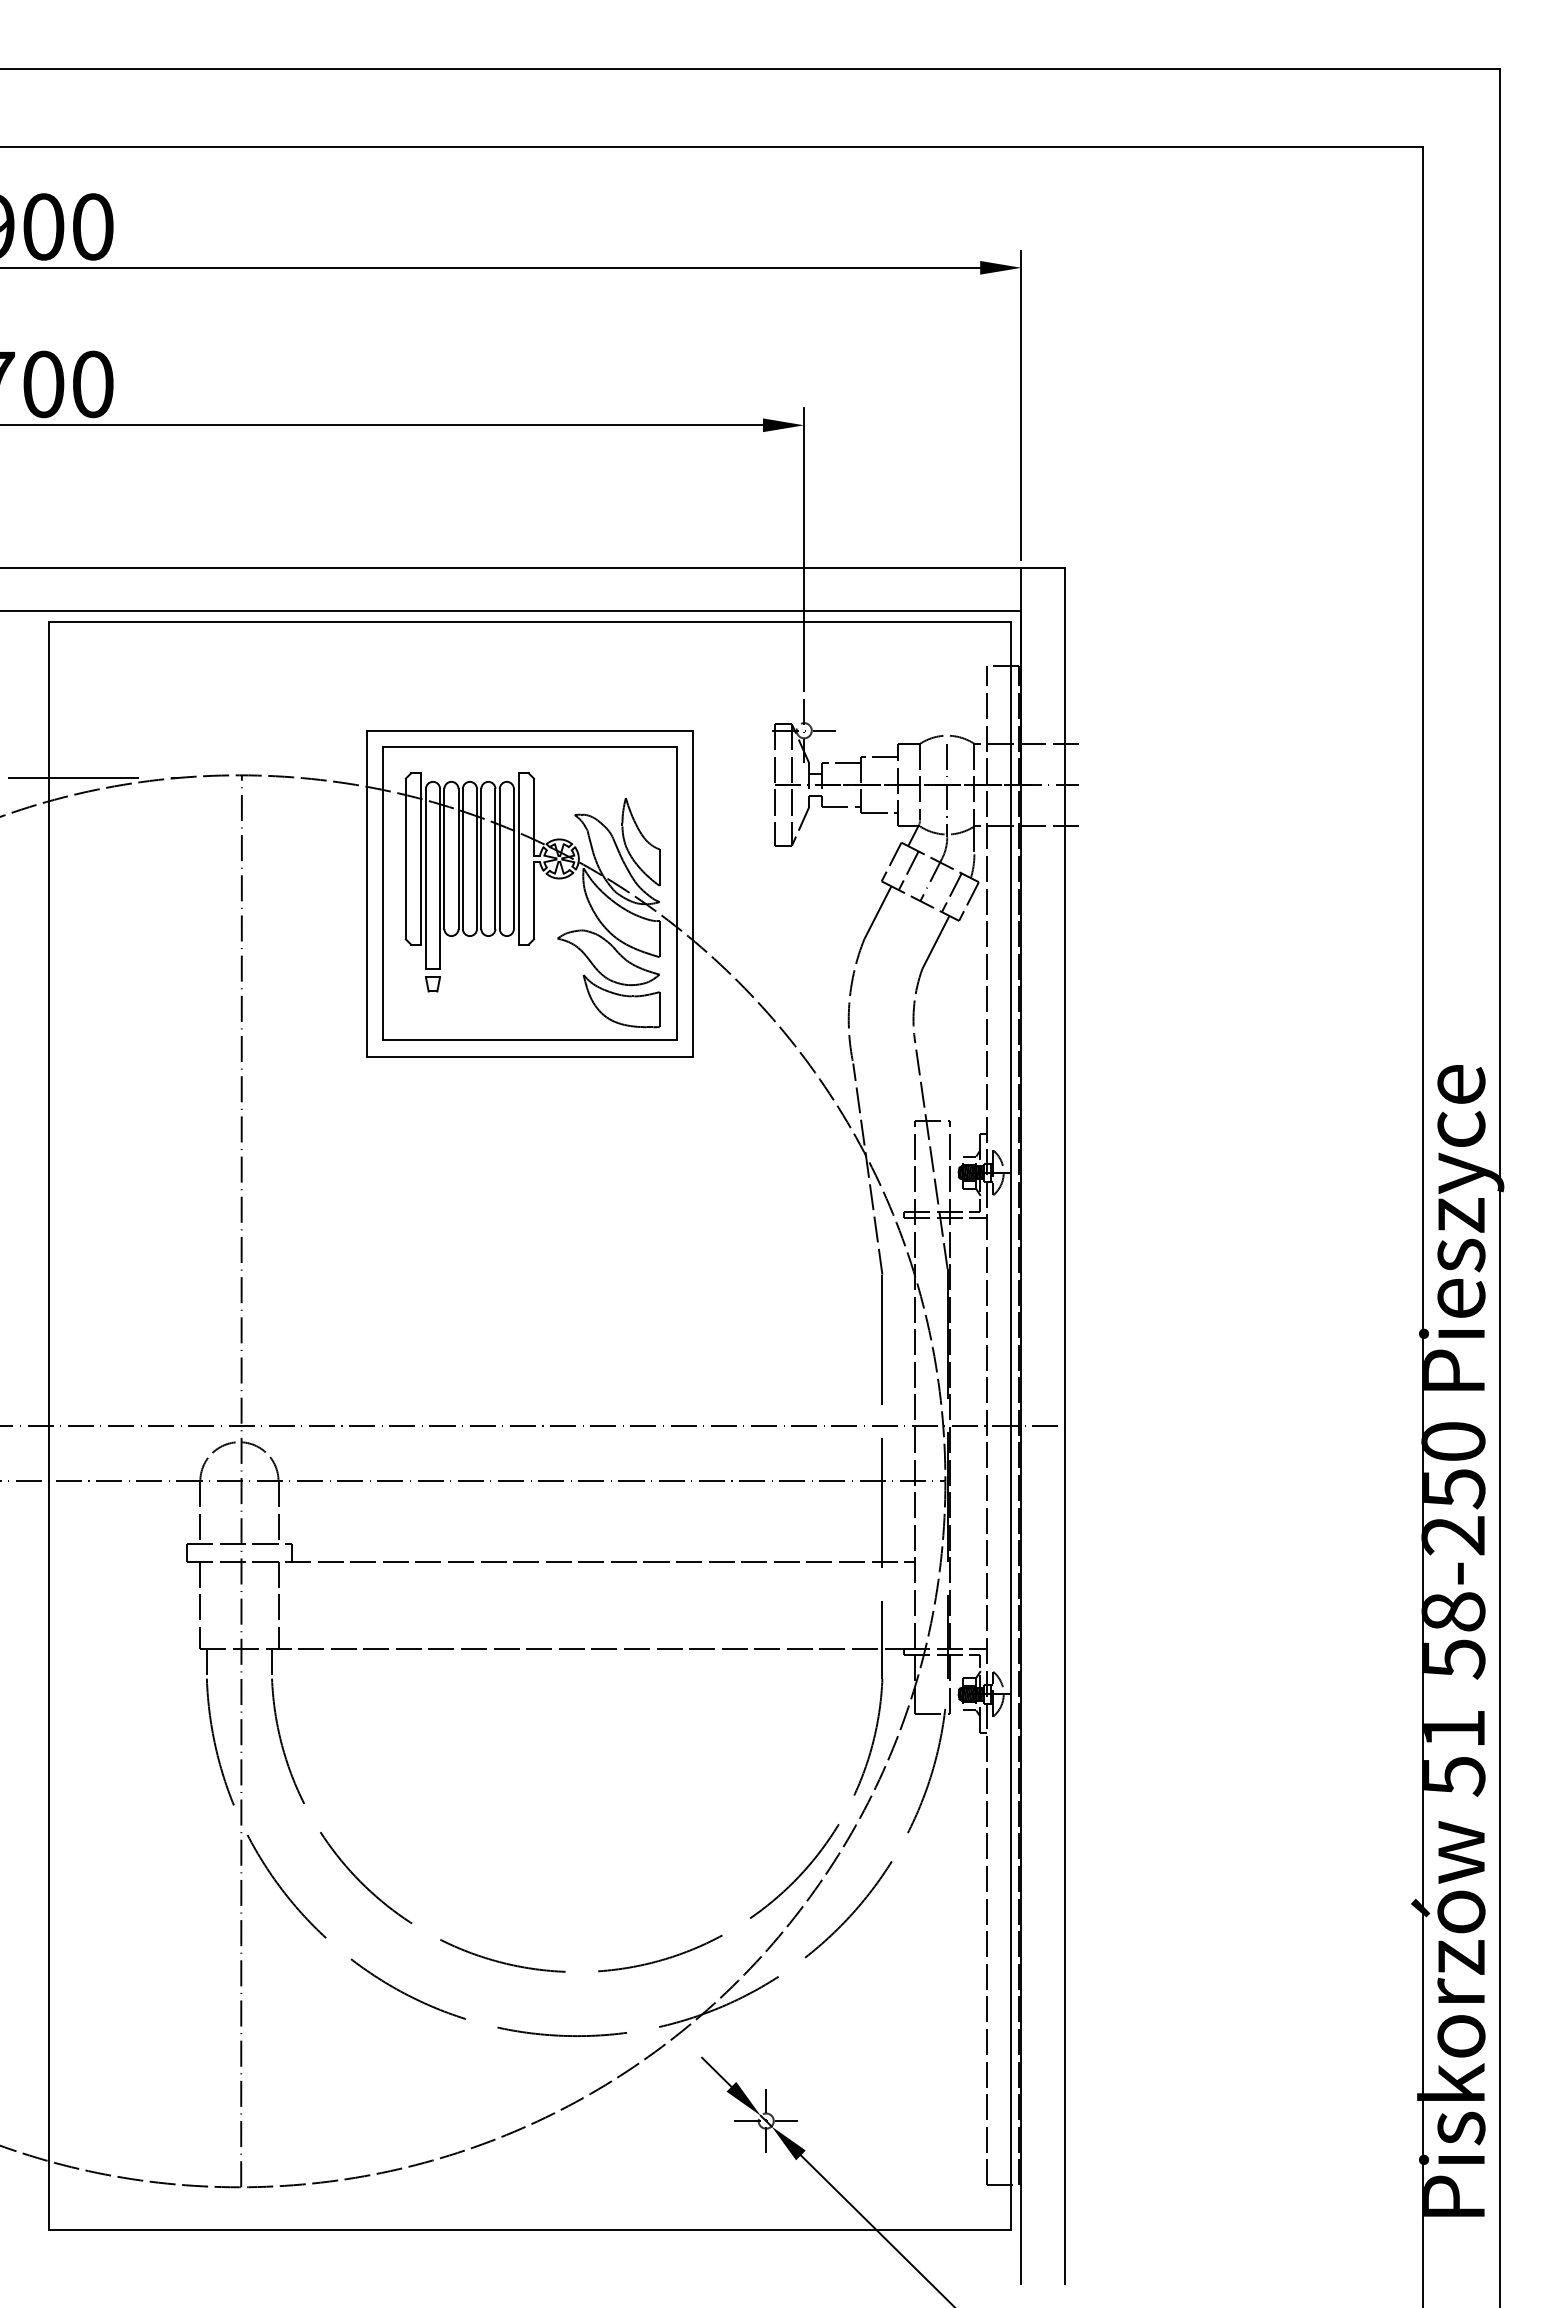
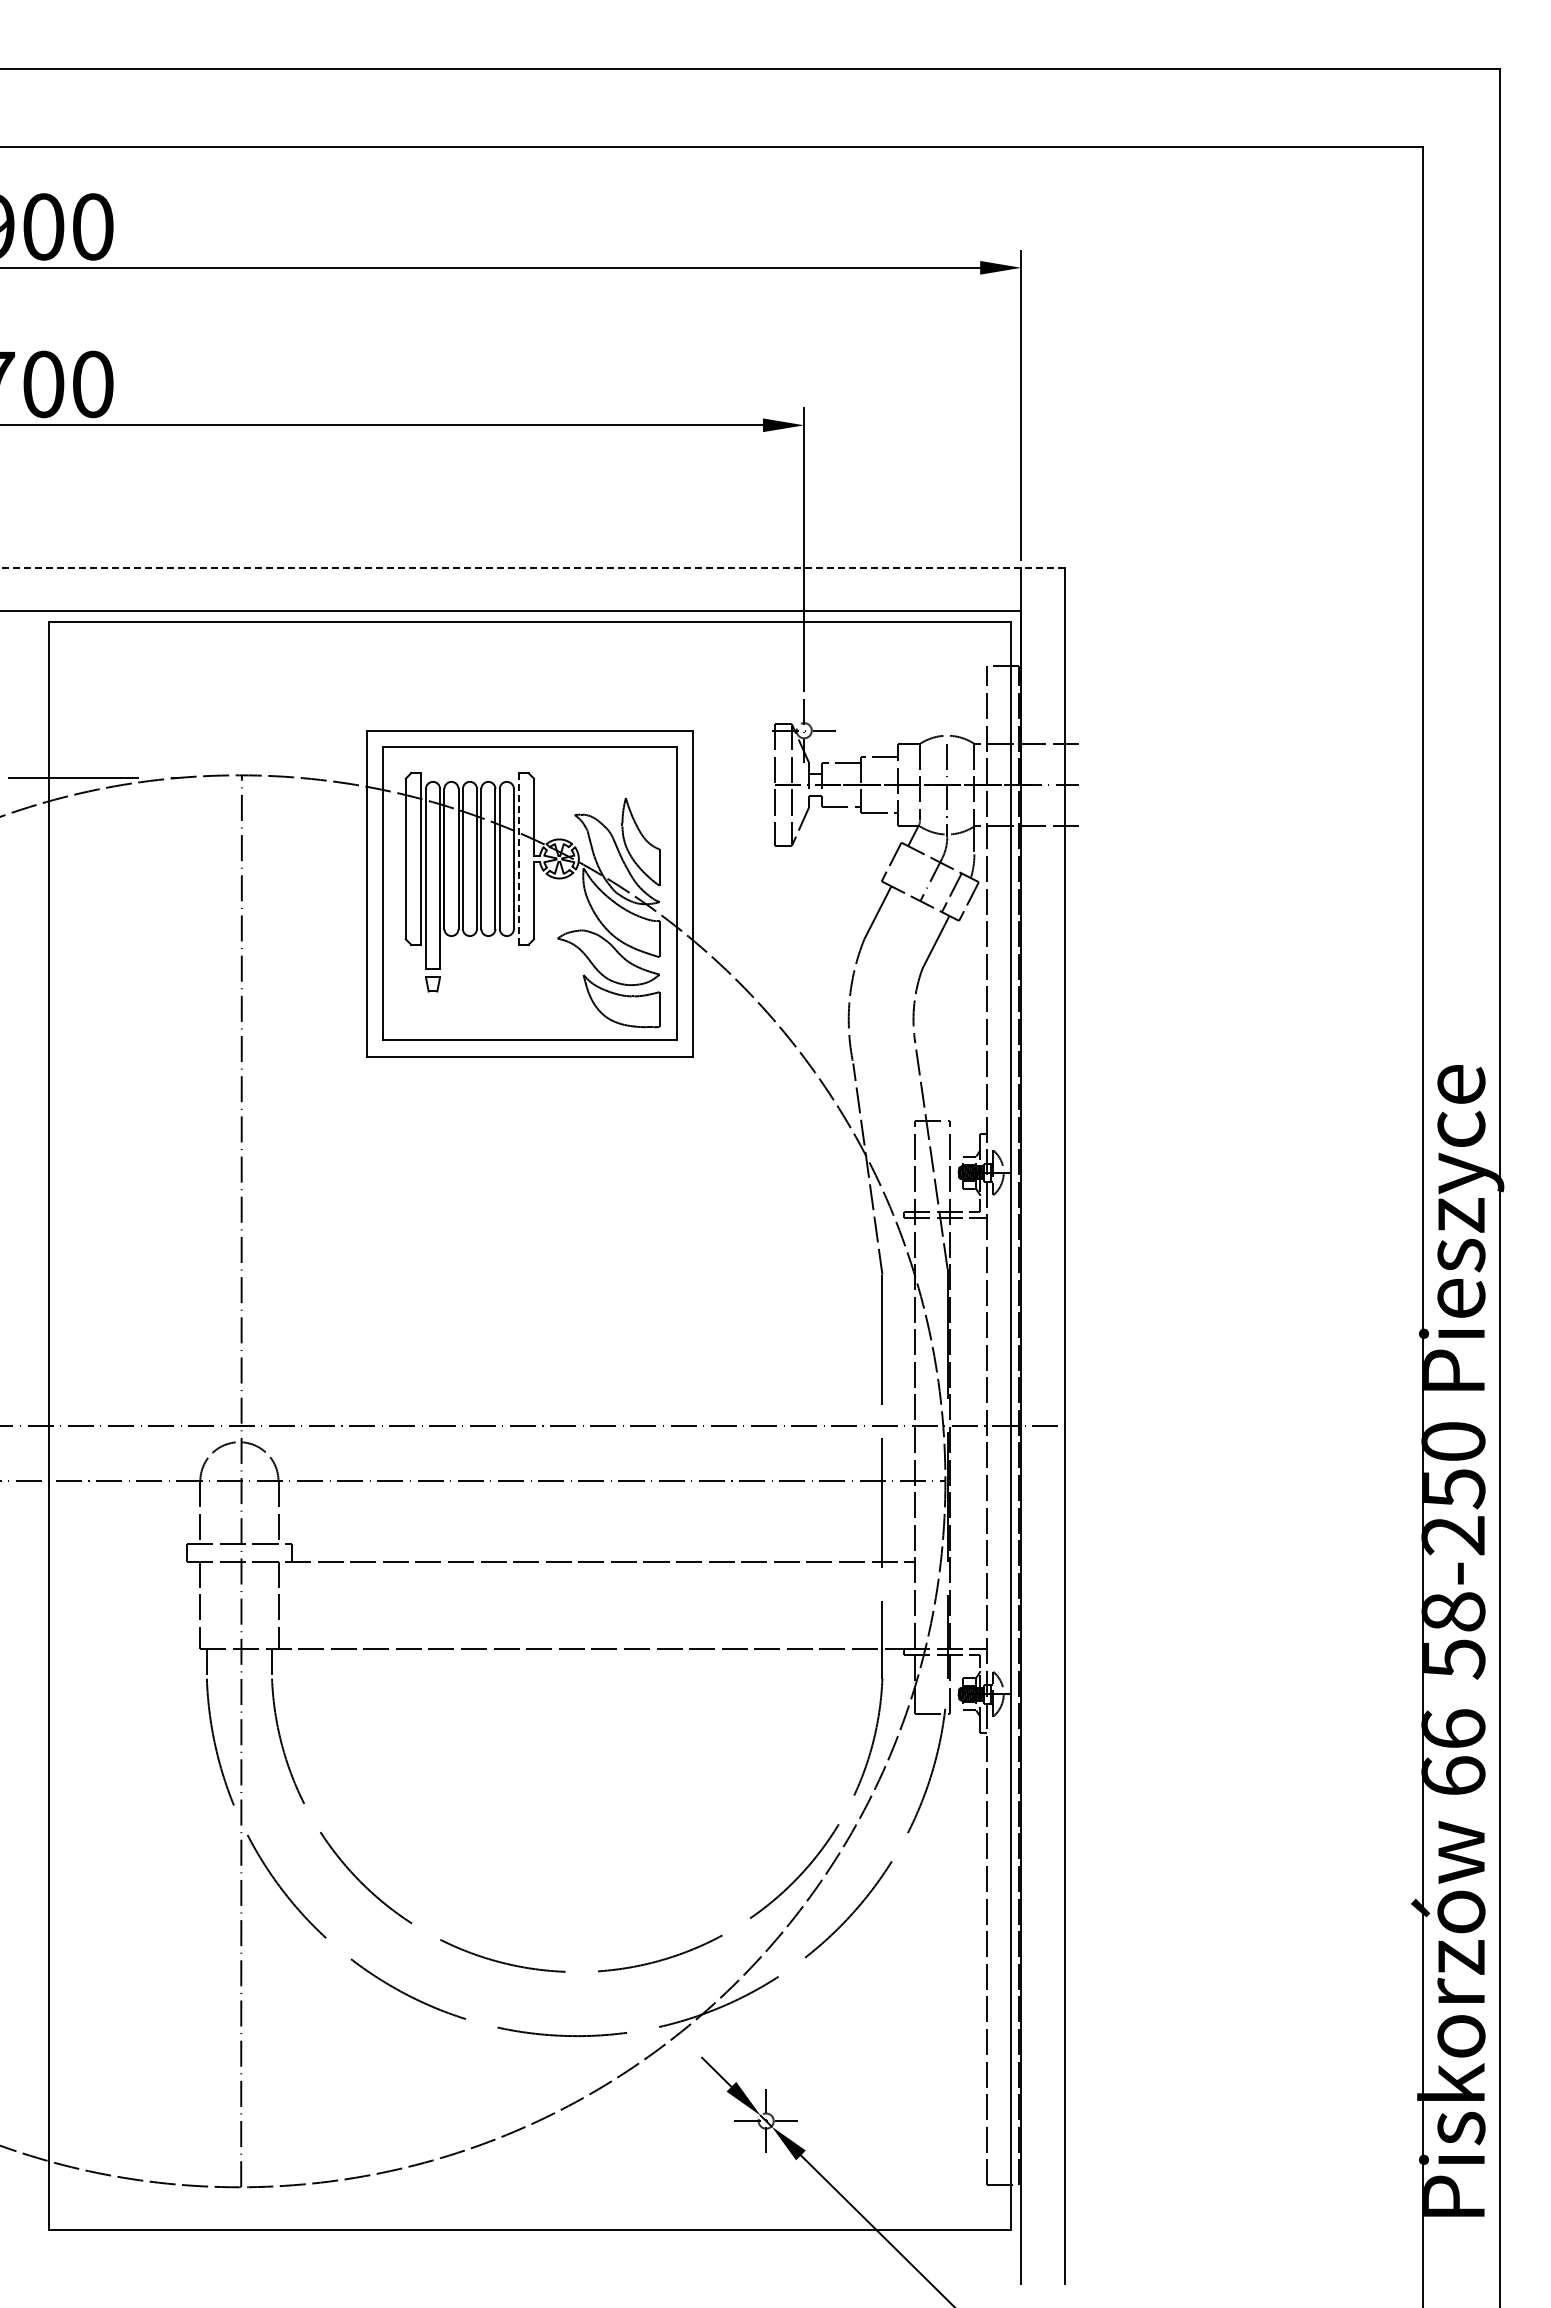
line at (532, 567): solid -> dashed
line at (518, 858): solid -> dashed
line at (908, 870): present -> none
text at (1453, 1752): 51 -> 66
